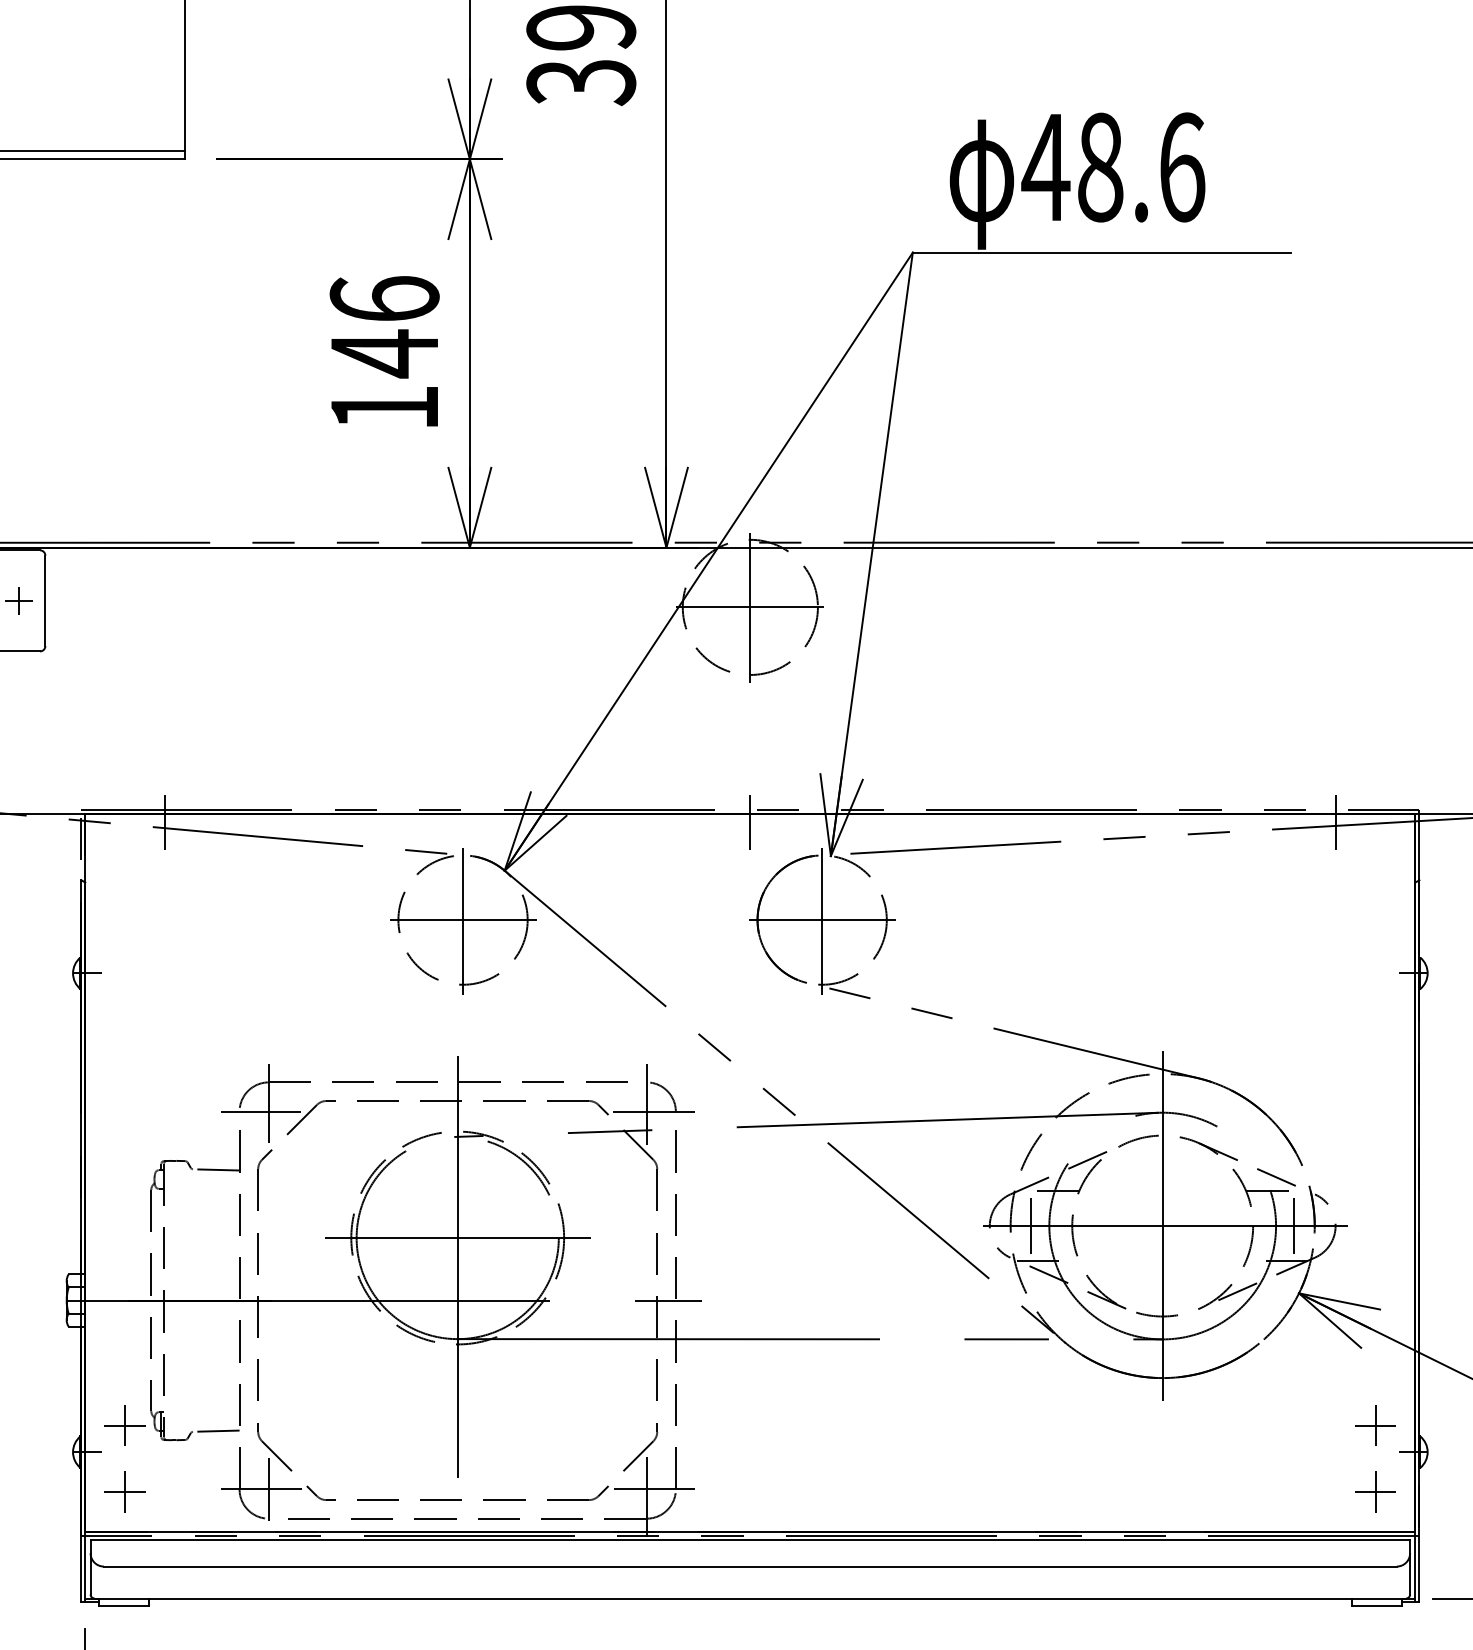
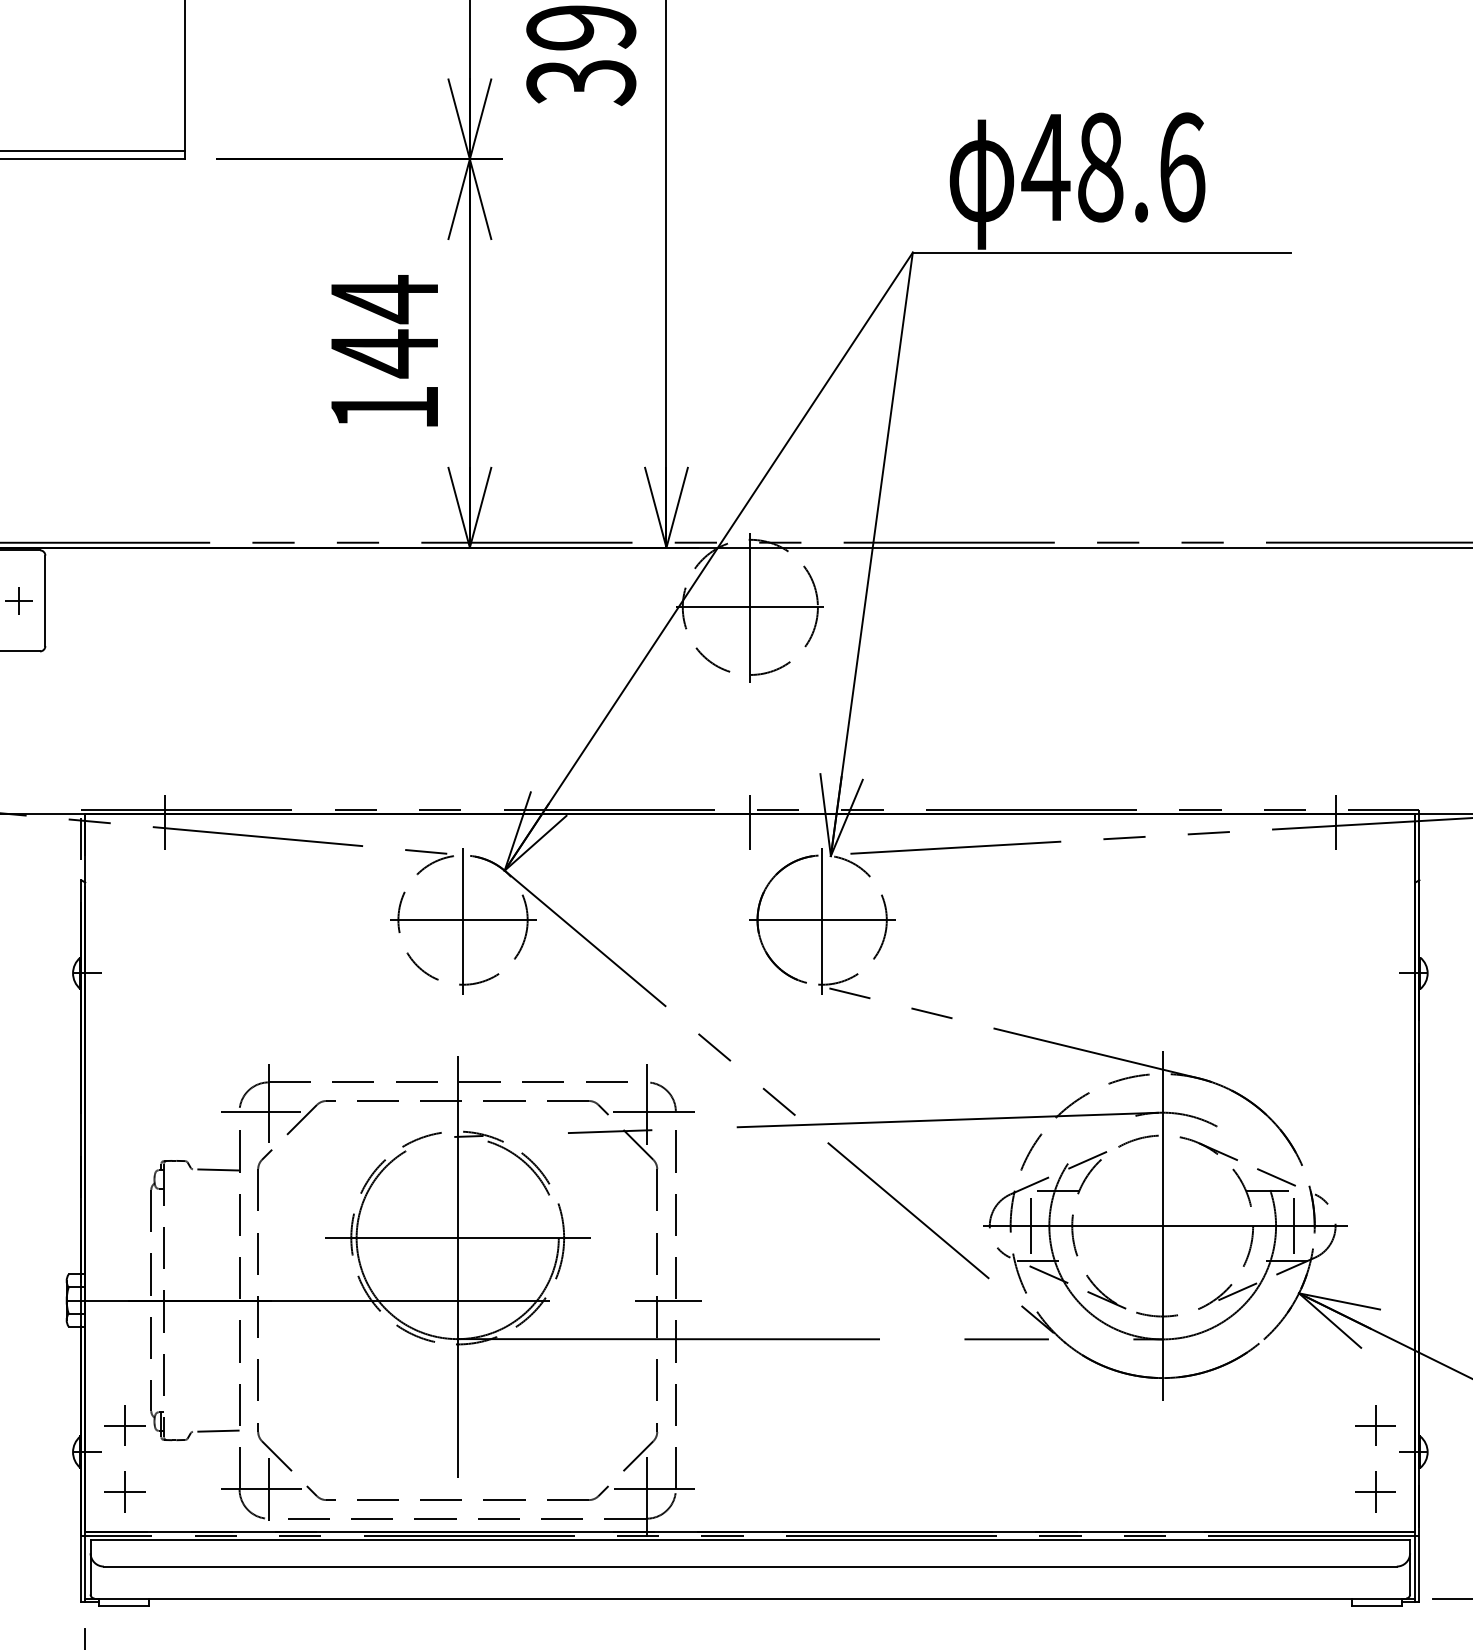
text at (384, 299): 146 -> 144
